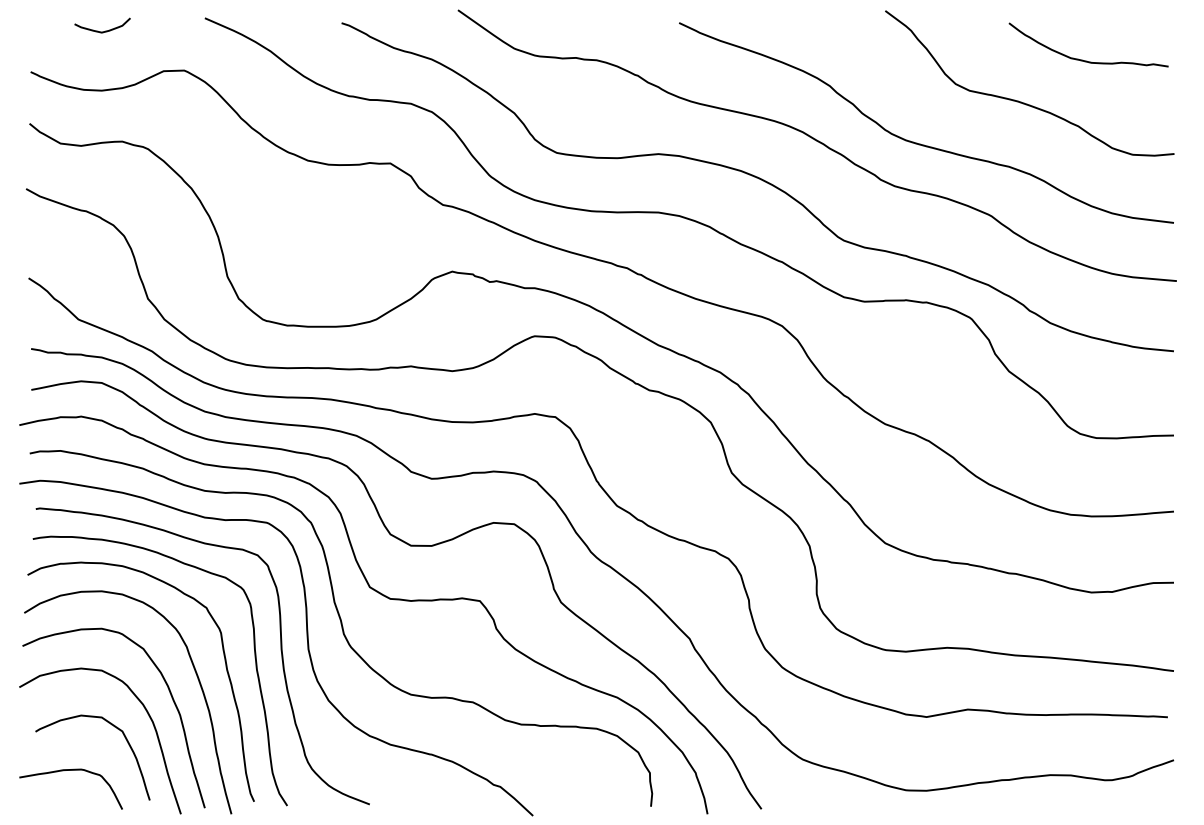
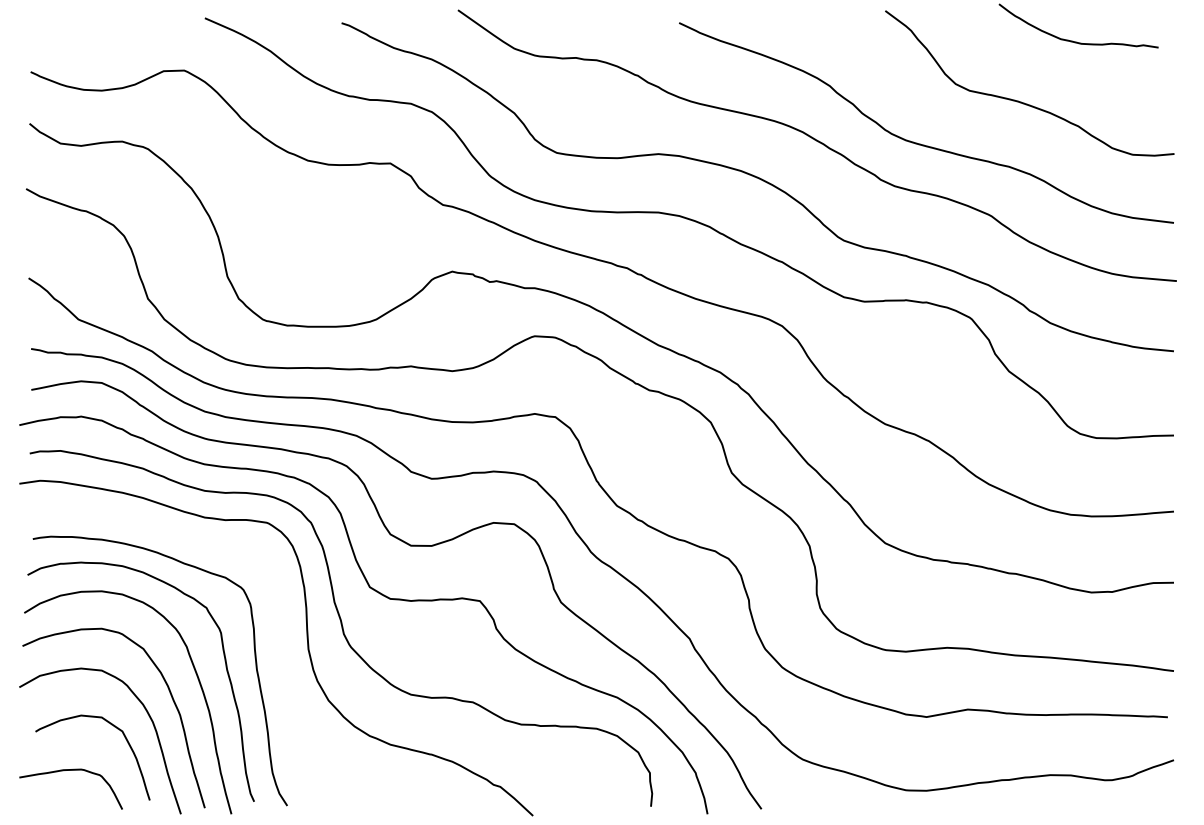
curve at (105, 30): present -> none
curve at (1086, 60) position: (1086, 60) -> (1076, 41)
curve at (280, 650): present -> none
